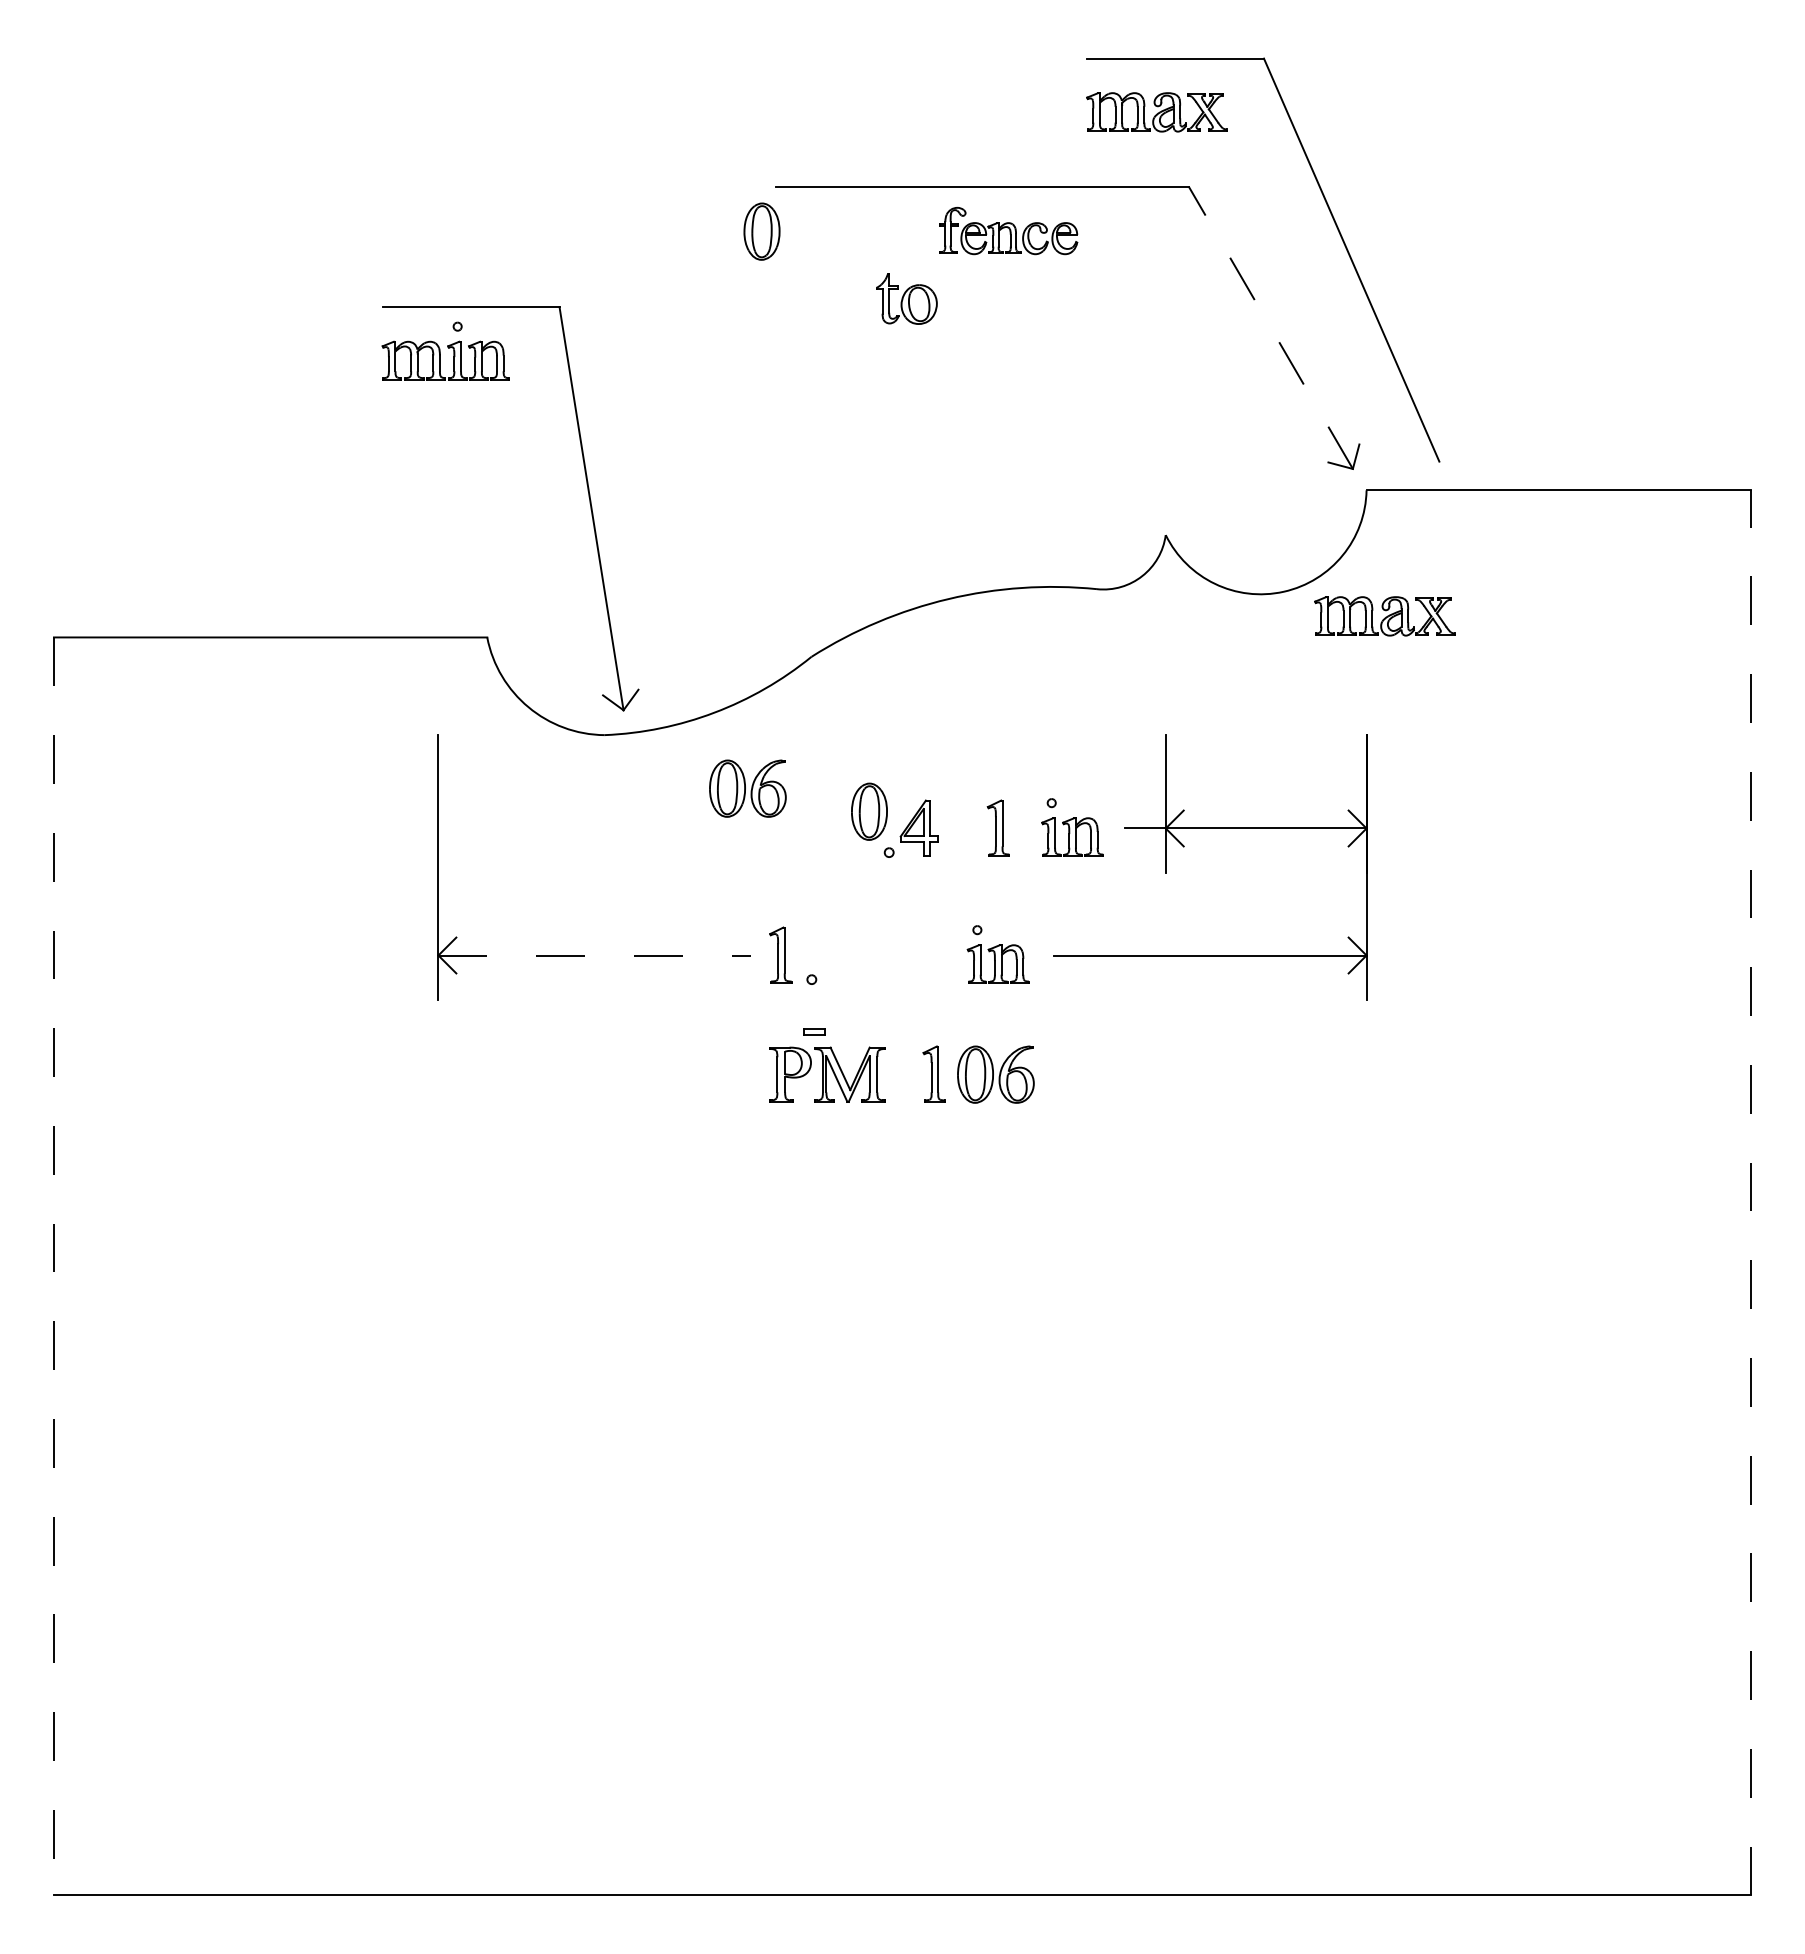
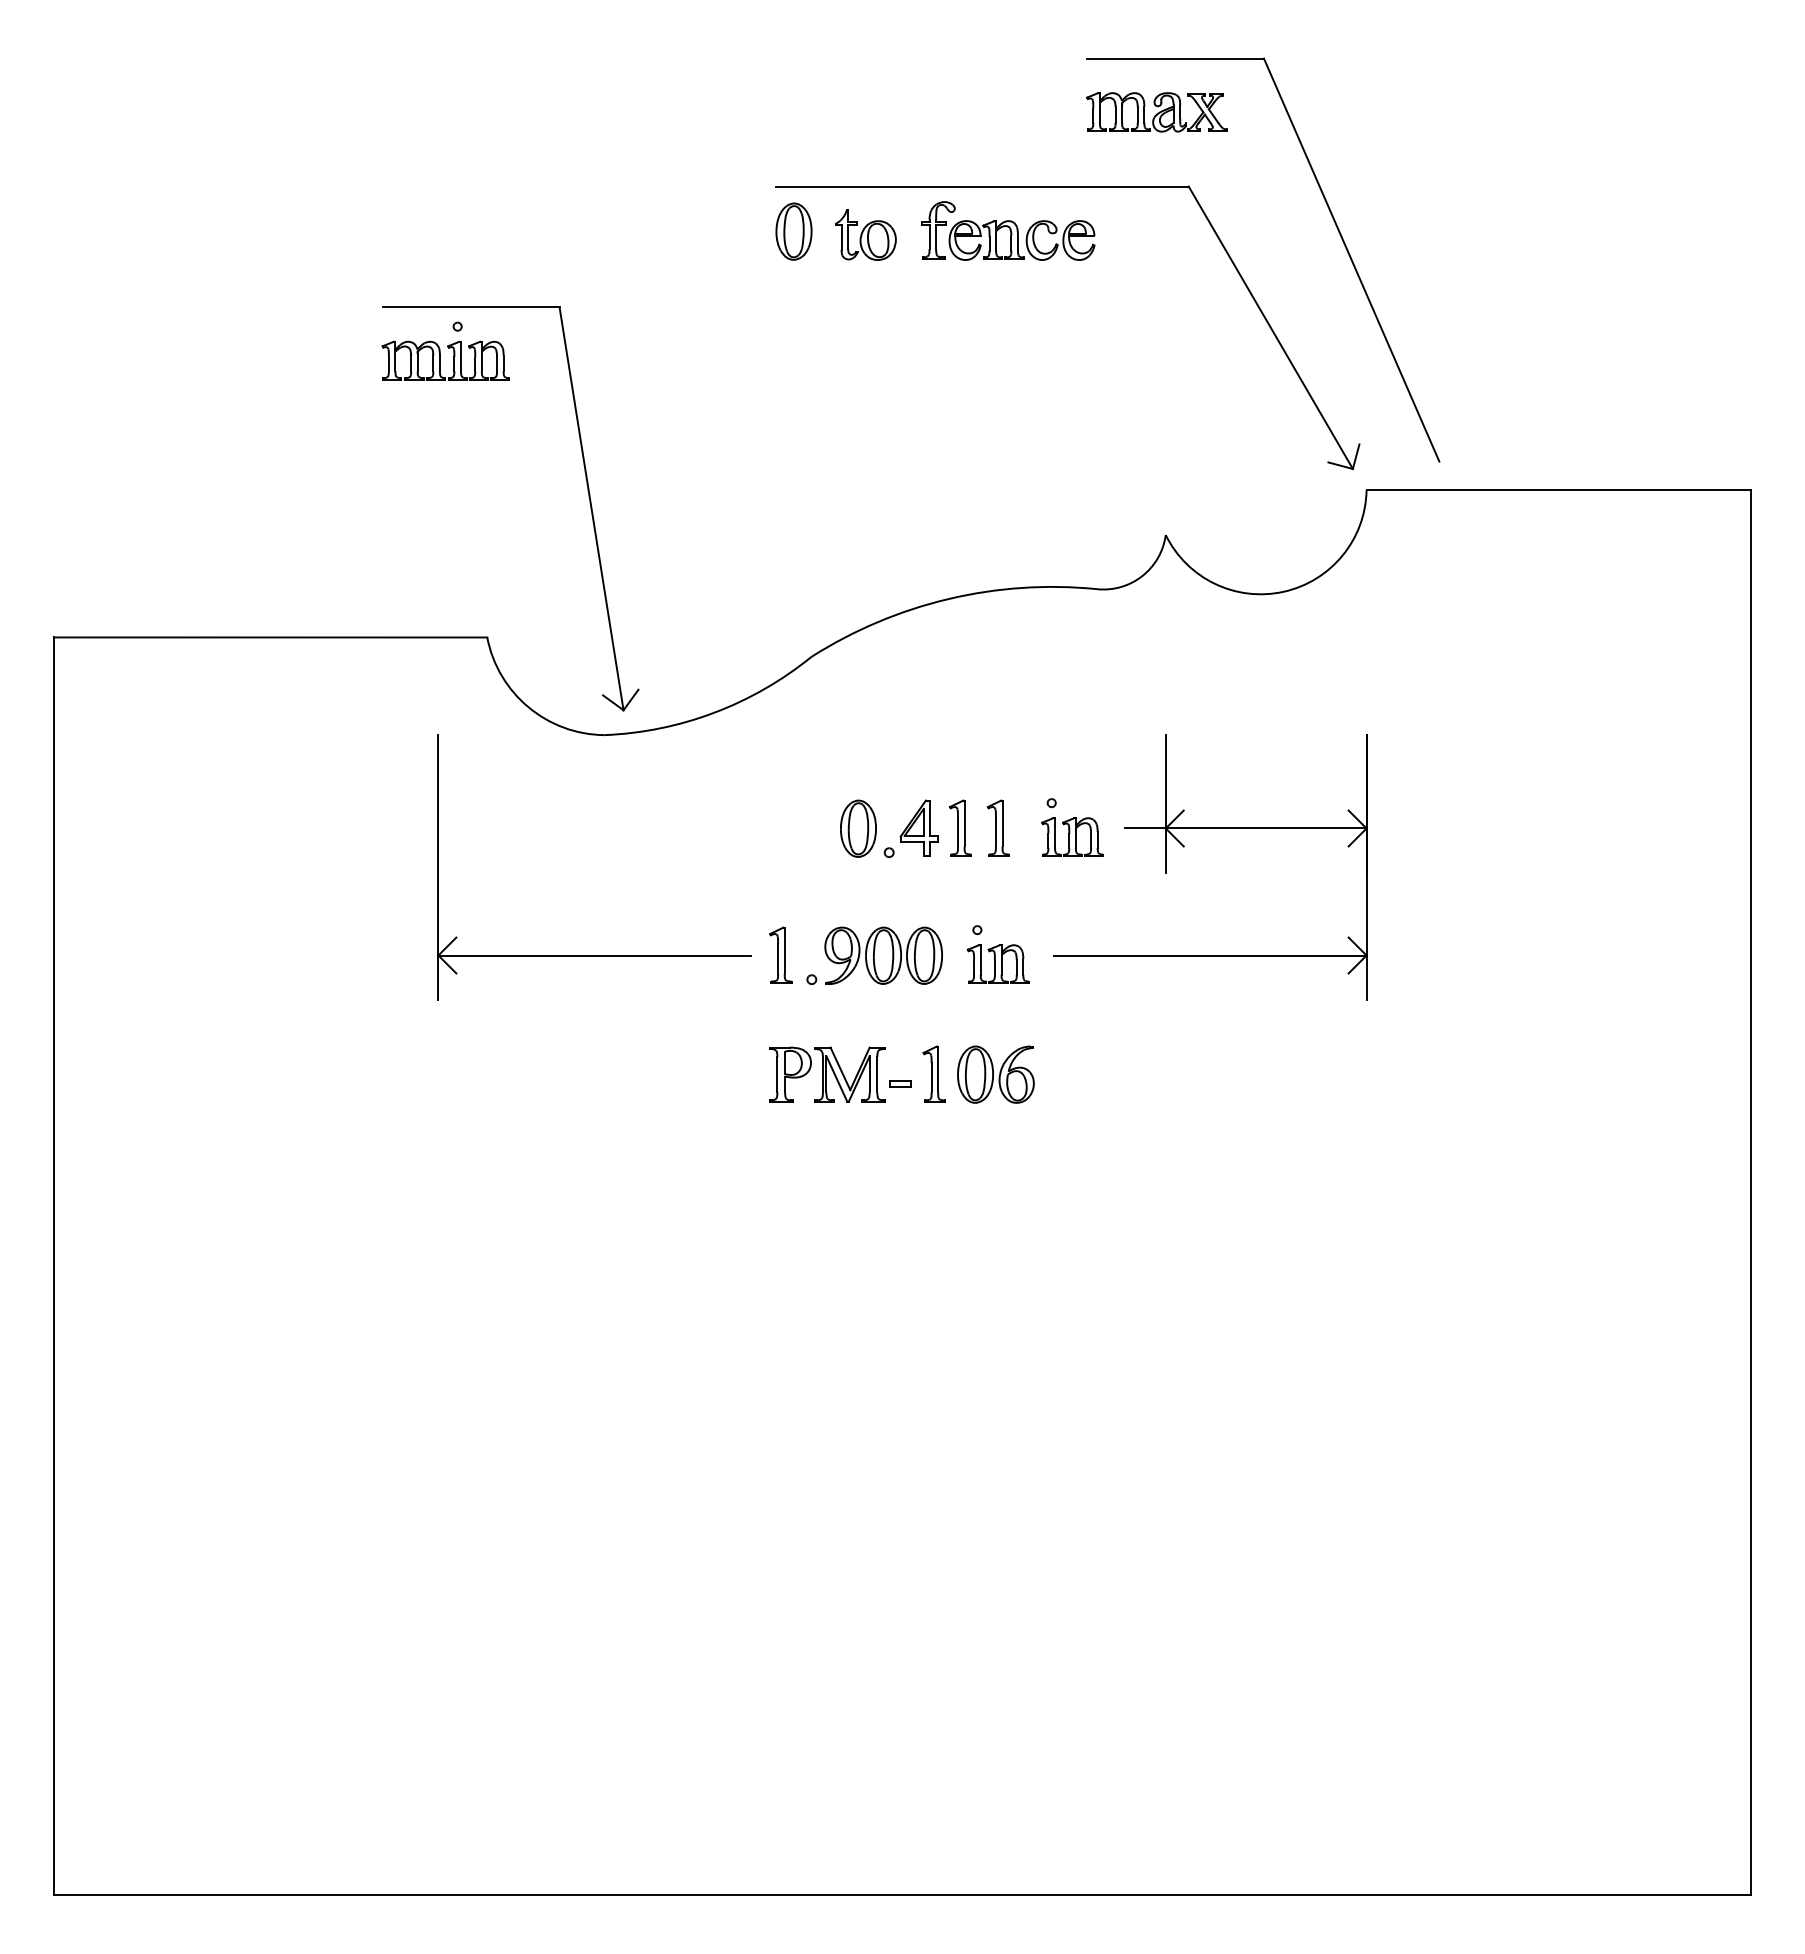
part at (1008, 230) size: 140x50 px -> 175x60 px
part at (761, 231) position: (761, 231) -> (793, 231)
part at (906, 298) position: (906, 298) -> (865, 234)
line at (1270, 327): dashed -> solid
part at (1384, 616): present -> none
part at (747, 788): present -> none
part at (869, 811) position: (869, 811) -> (858, 828)
part at (959, 827): none -> present
line at (595, 955): dashed -> solid
part at (883, 955): none -> present
part at (814, 1031) position: (814, 1031) -> (900, 1083)
line at (1751, 1192): dashed -> solid
line at (53, 1266): dashed -> solid
